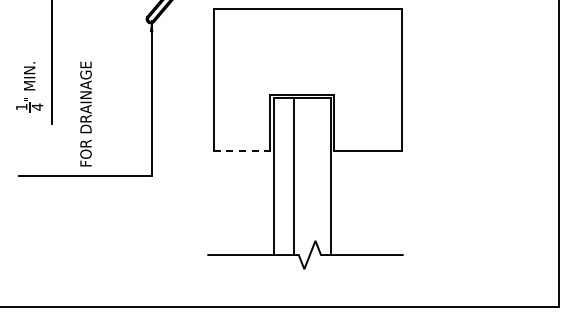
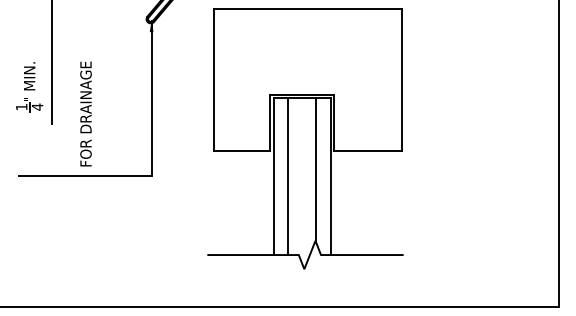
line at (242, 151): dashed -> solid
line at (316, 170): none -> present
line at (294, 176) position: (294, 176) -> (288, 176)
